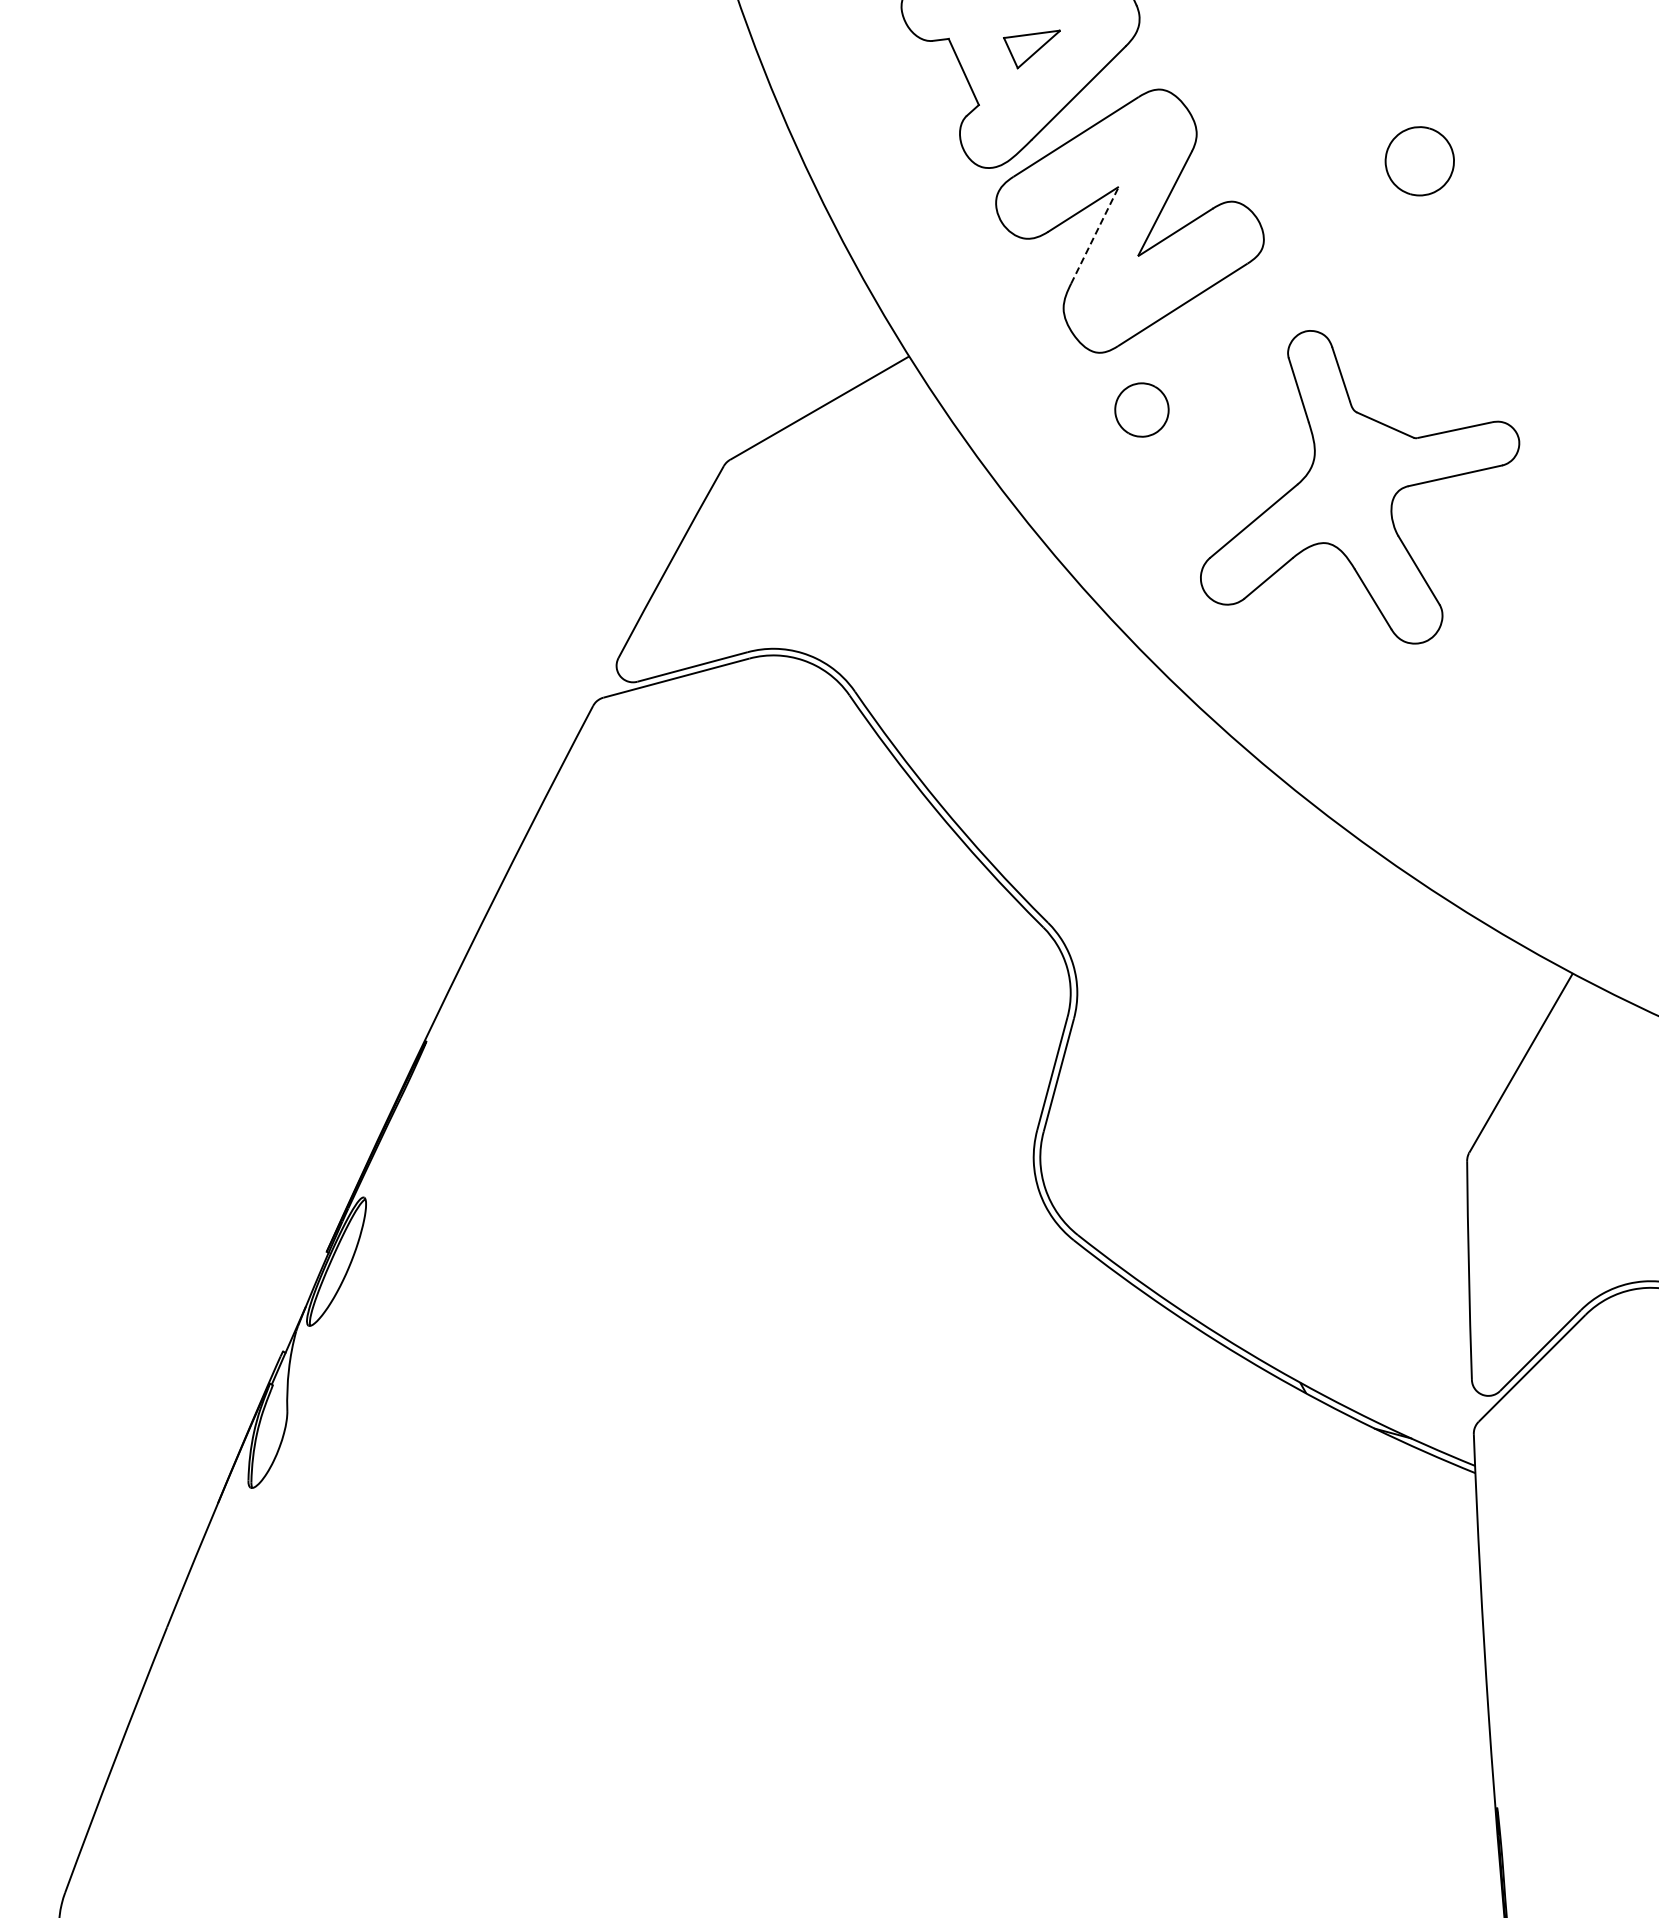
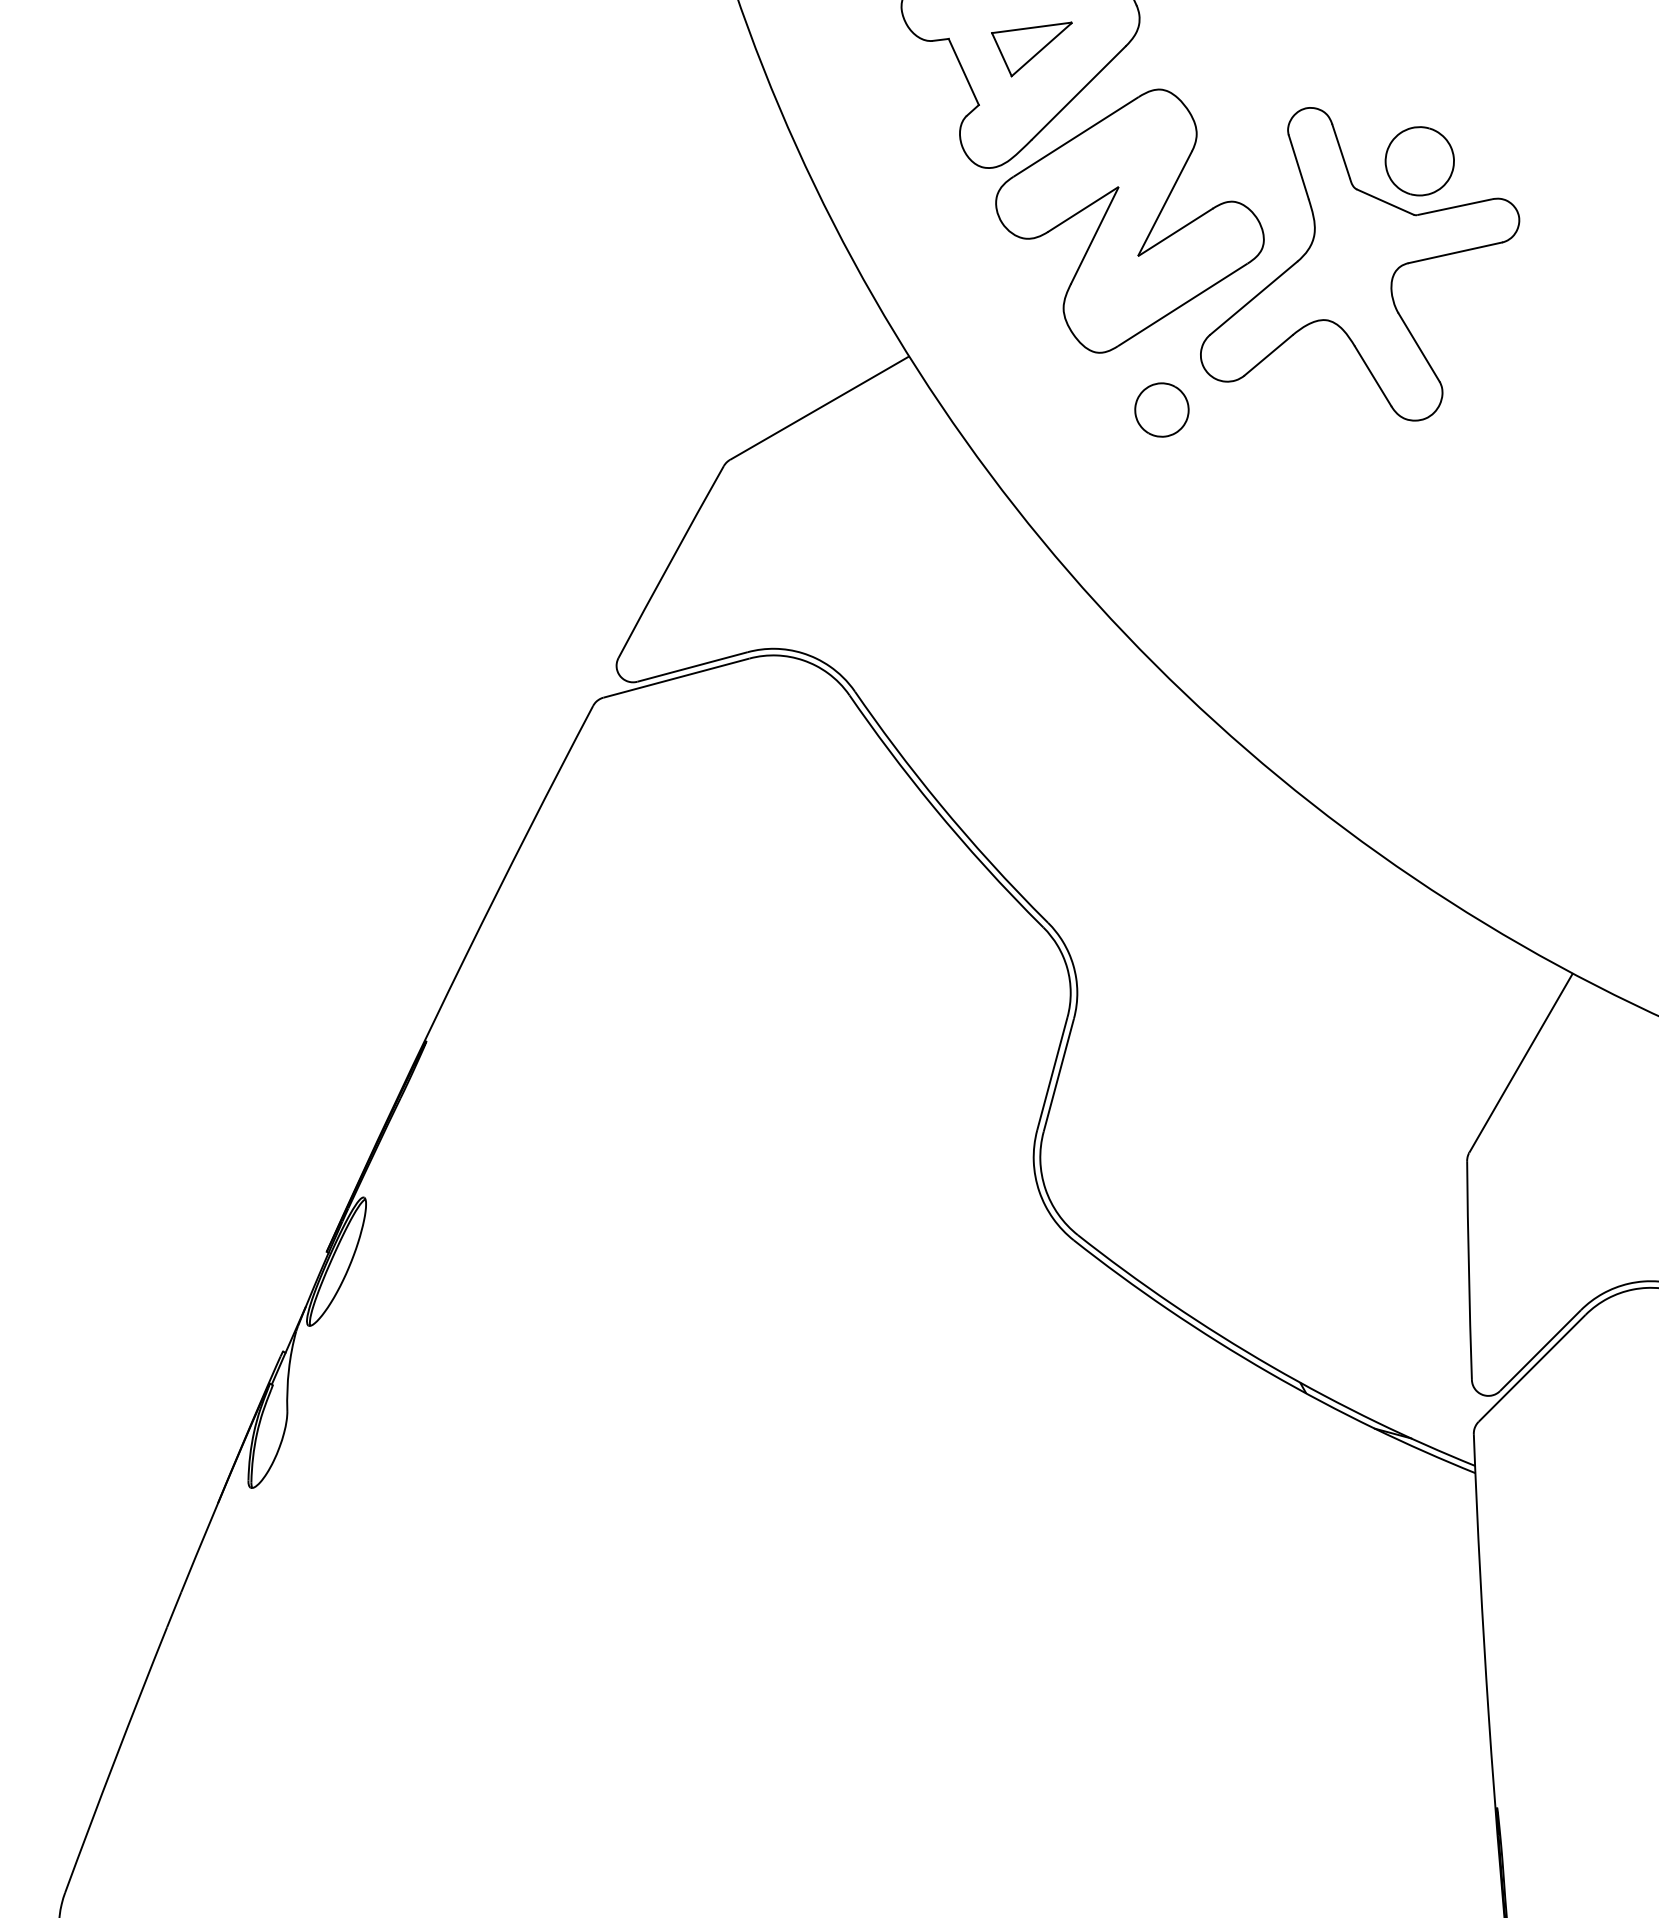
part at (1031, 49) size: 58x41 px -> 82x57 px
line at (1094, 235): dashed -> solid
part at (1141, 409) position: (1141, 409) -> (1161, 409)
part at (1360, 487) position: (1360, 487) -> (1360, 264)
